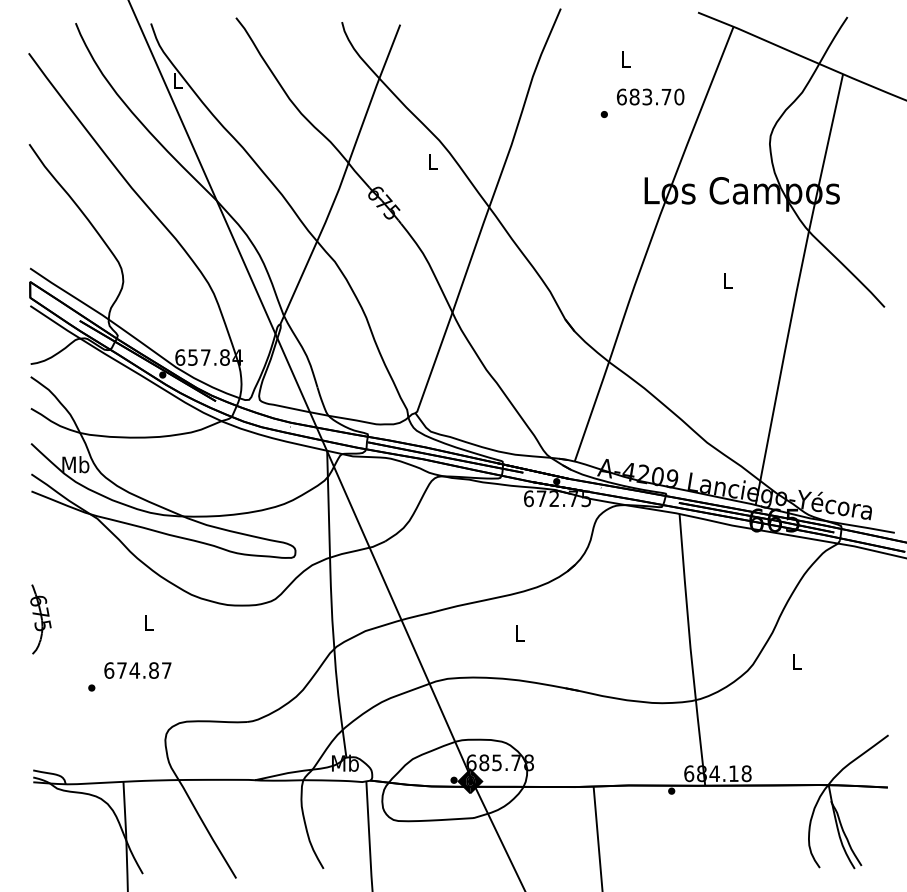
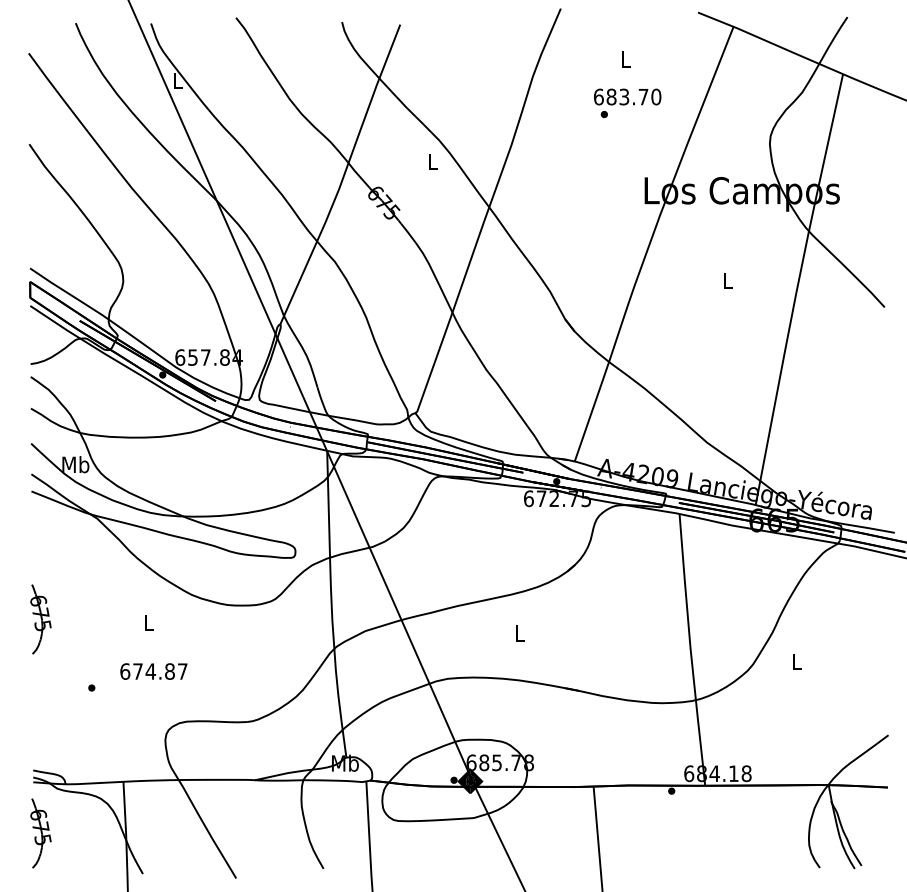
text at (650, 96) position: (650, 96) -> (627, 96)
text at (137, 670) position: (137, 670) -> (153, 671)
part at (40, 833): none -> present
